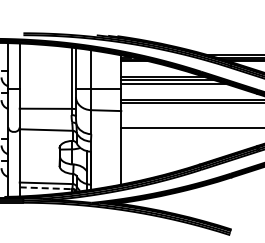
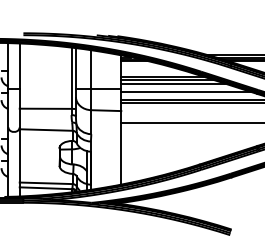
line at (185, 91): none -> present
line at (191, 128) position: (191, 128) -> (191, 123)
line at (46, 188): dashed -> solid
